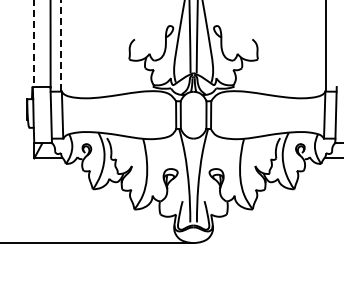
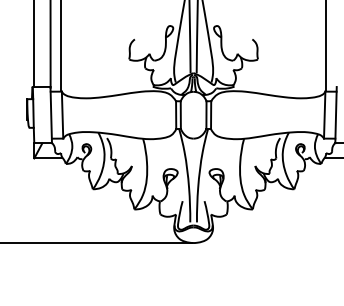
line at (34, 44): dashed -> solid
line at (61, 45): dashed -> solid
